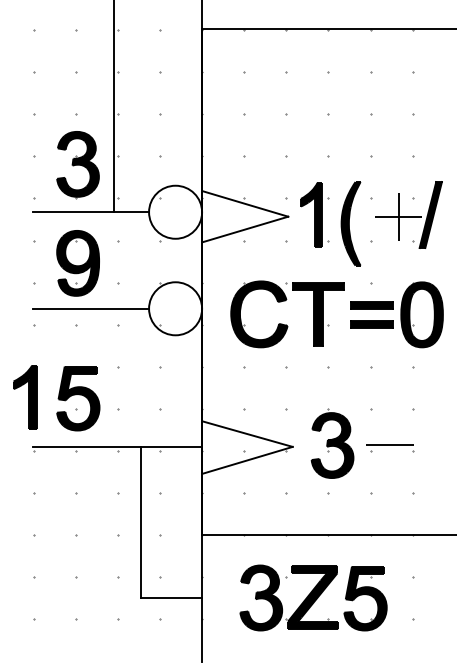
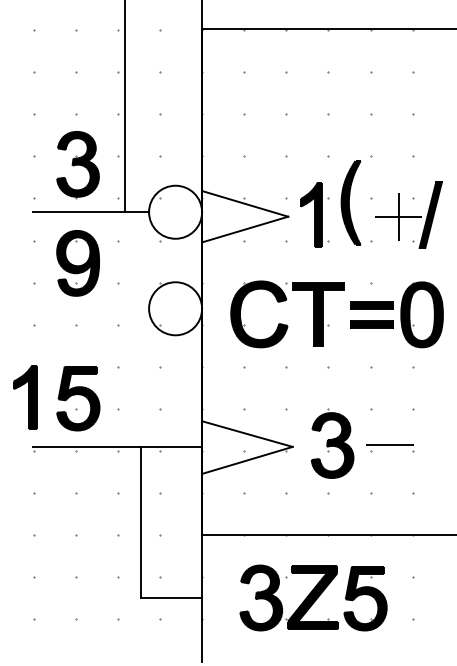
line at (113, 107) position: (113, 107) -> (124, 107)
part at (350, 223) position: (350, 223) -> (350, 202)
line at (90, 308): present -> none
